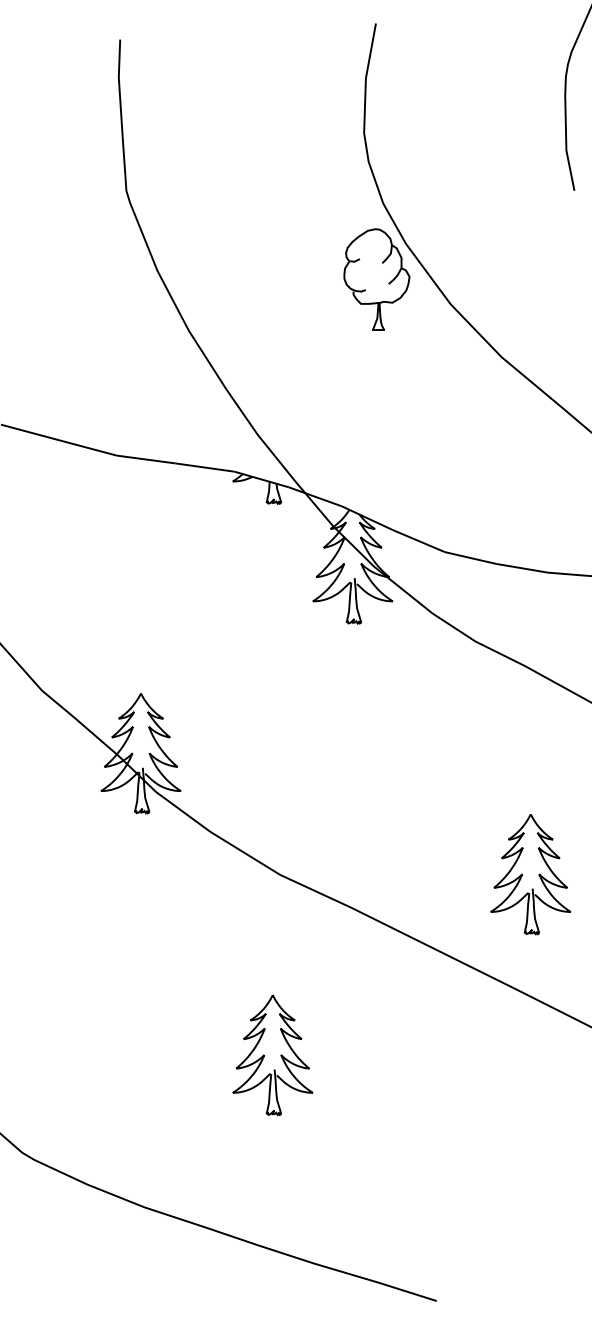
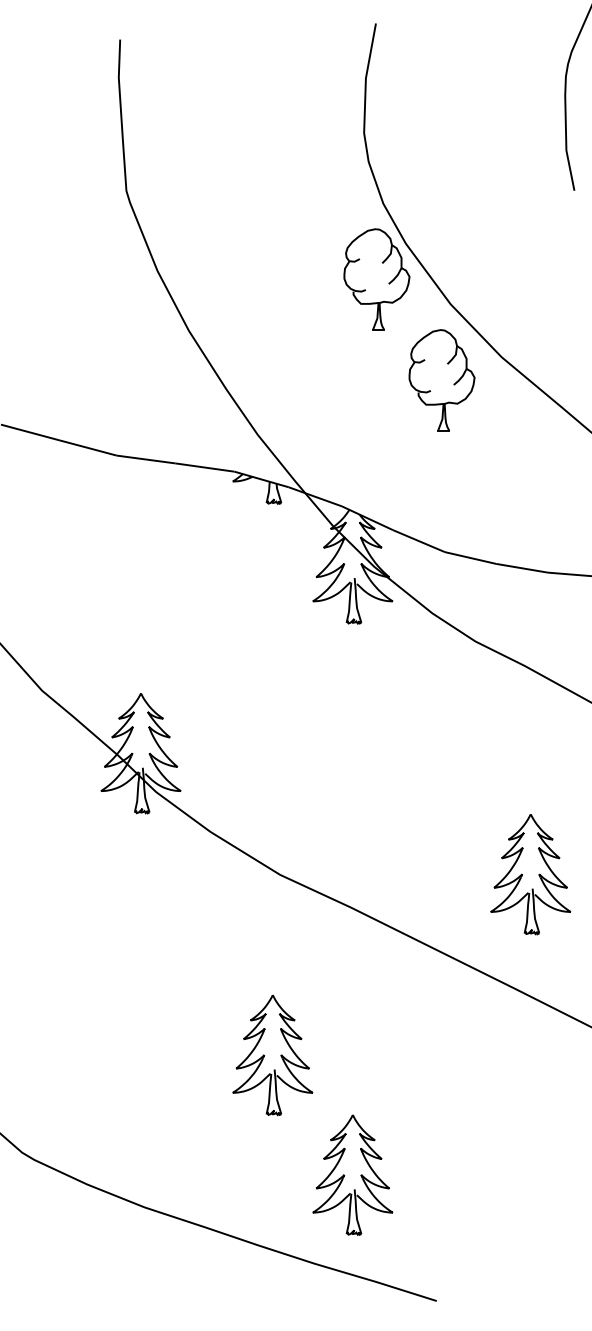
part at (441, 380): none -> present
part at (352, 1174): none -> present
